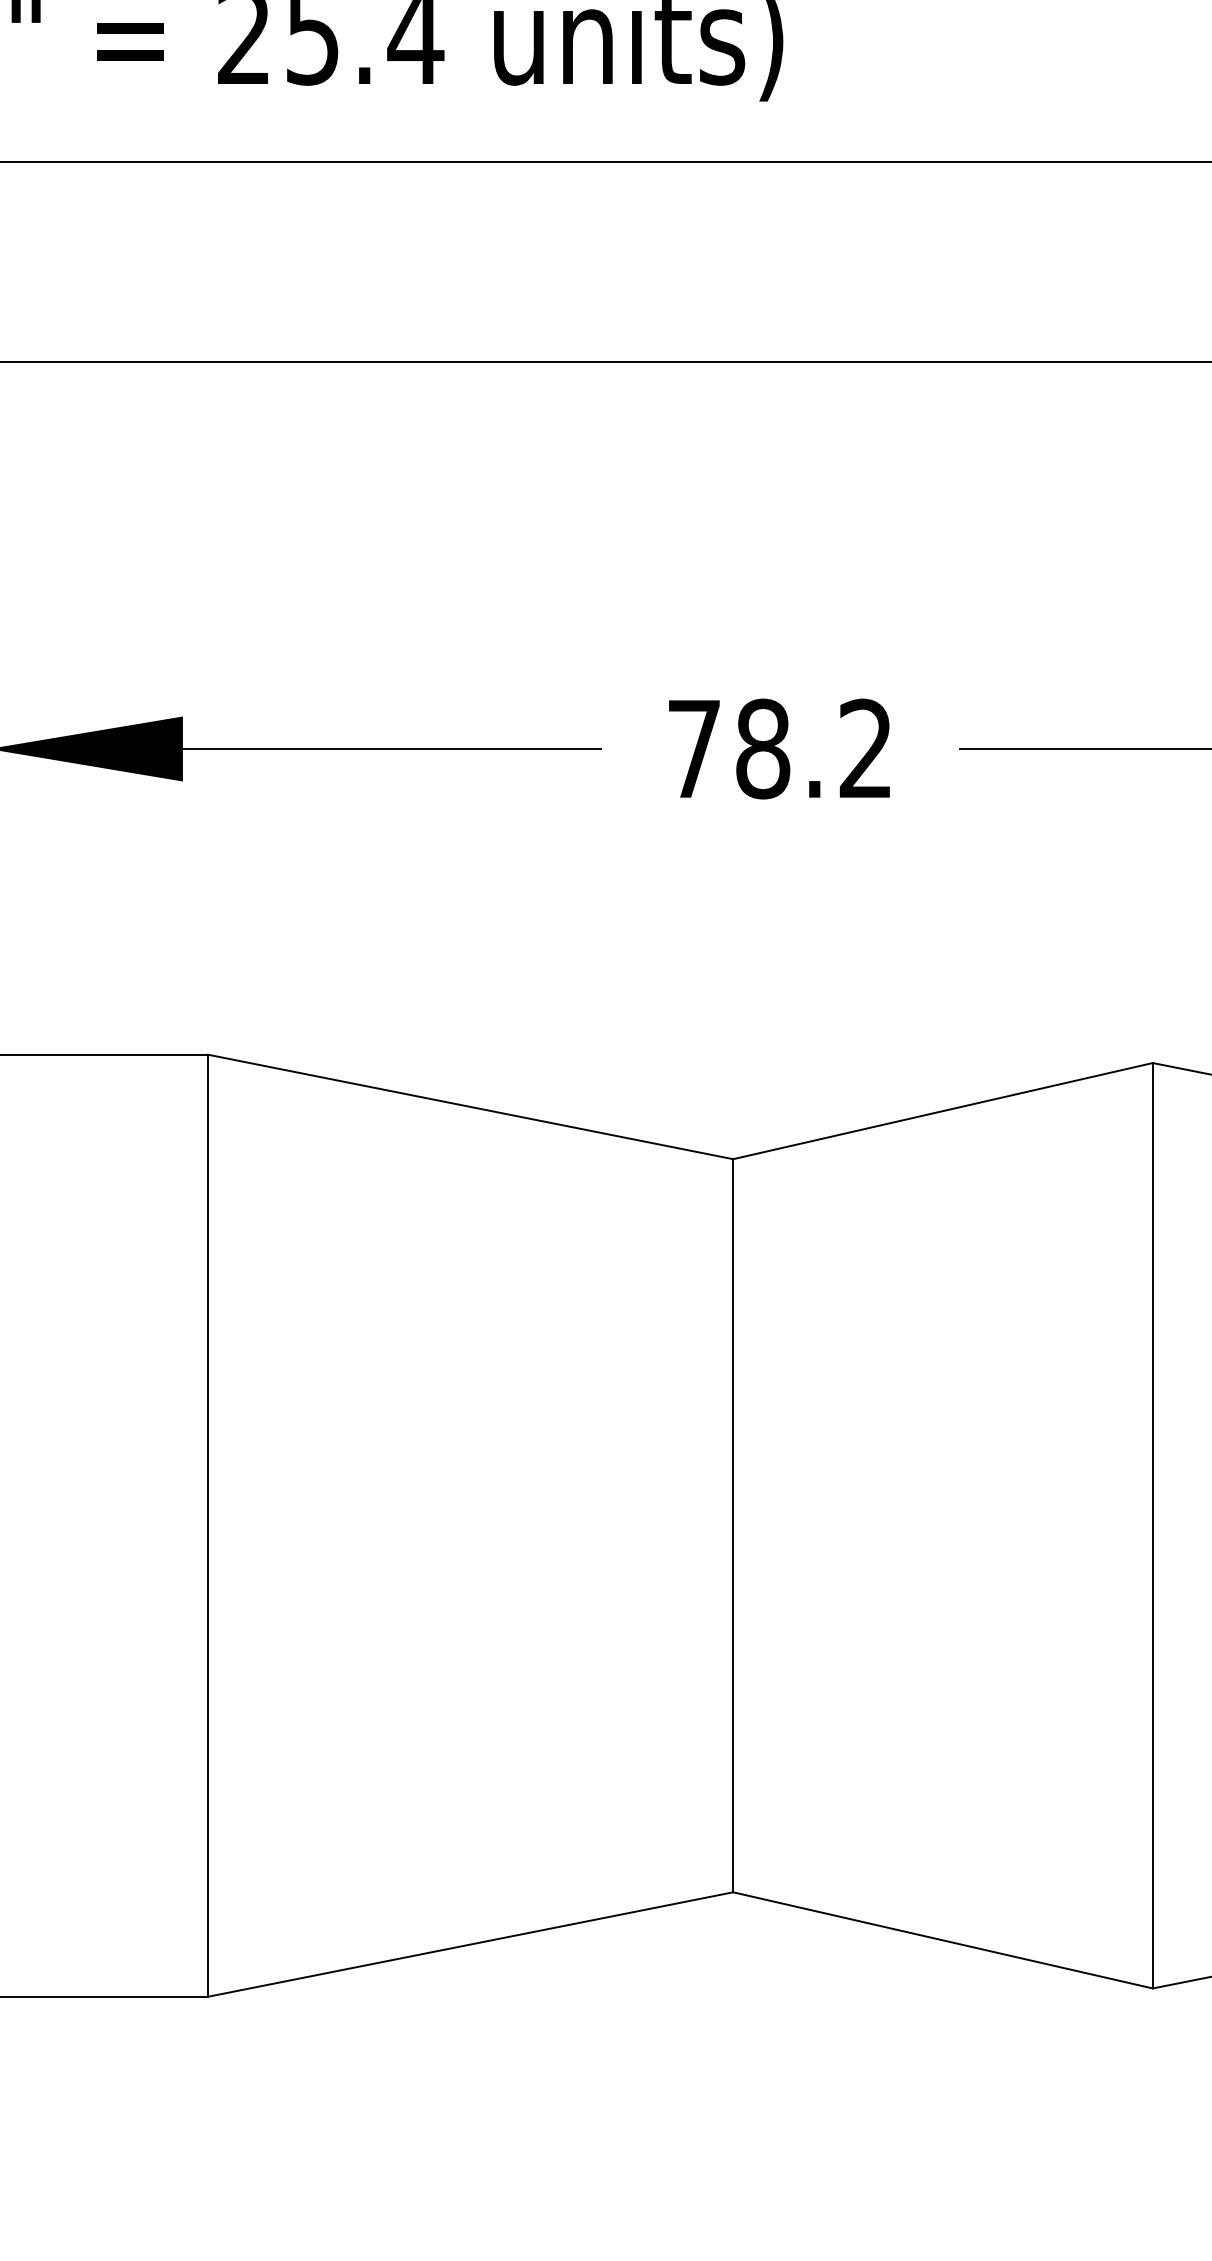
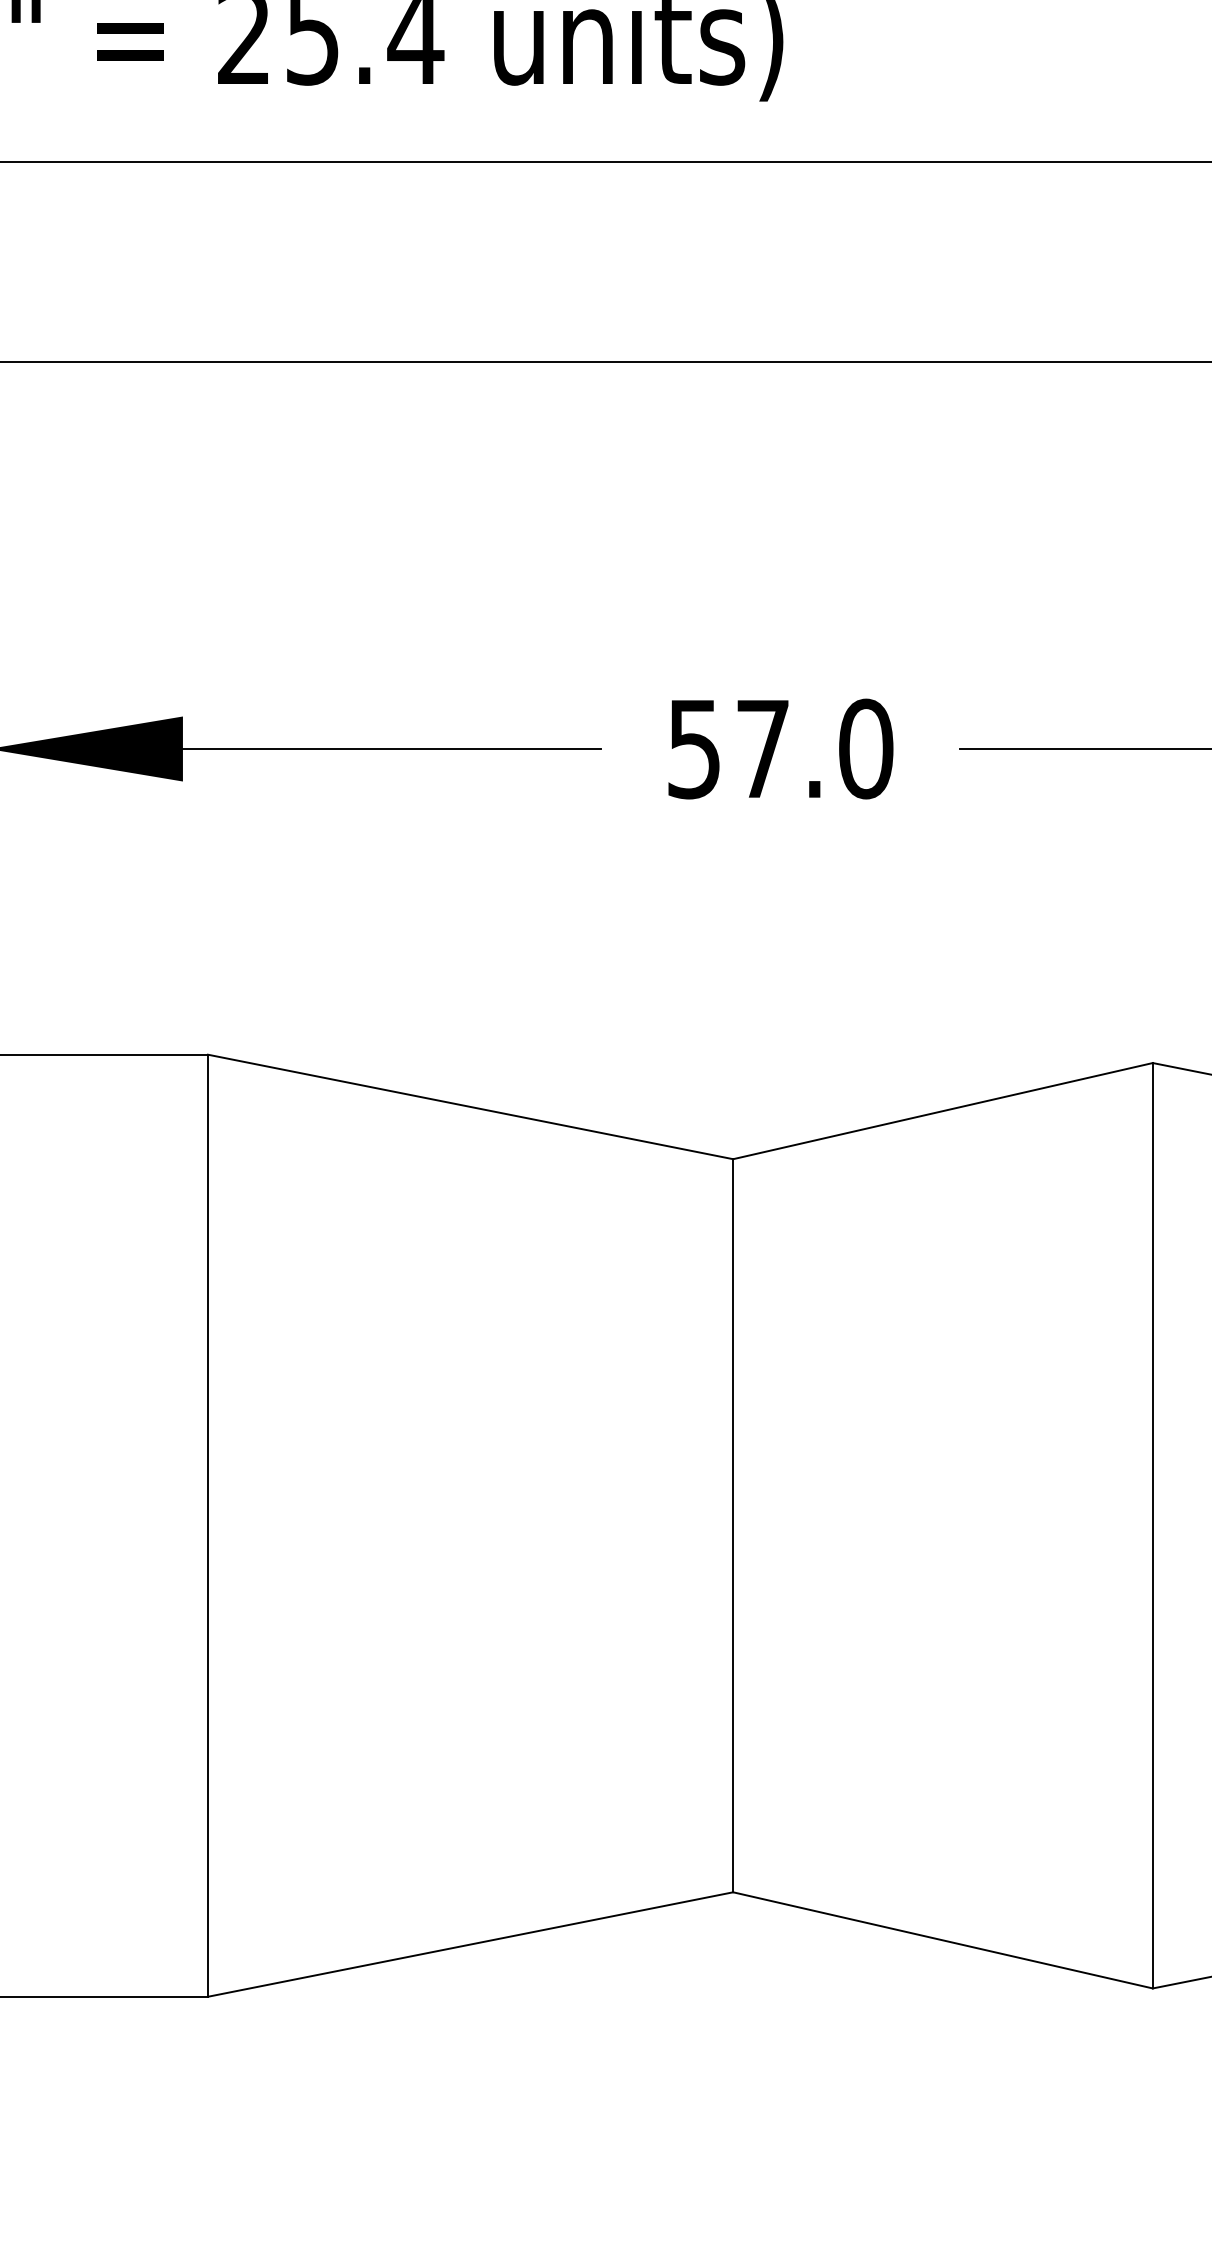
text at (780, 748): 78.2 -> 57.0
